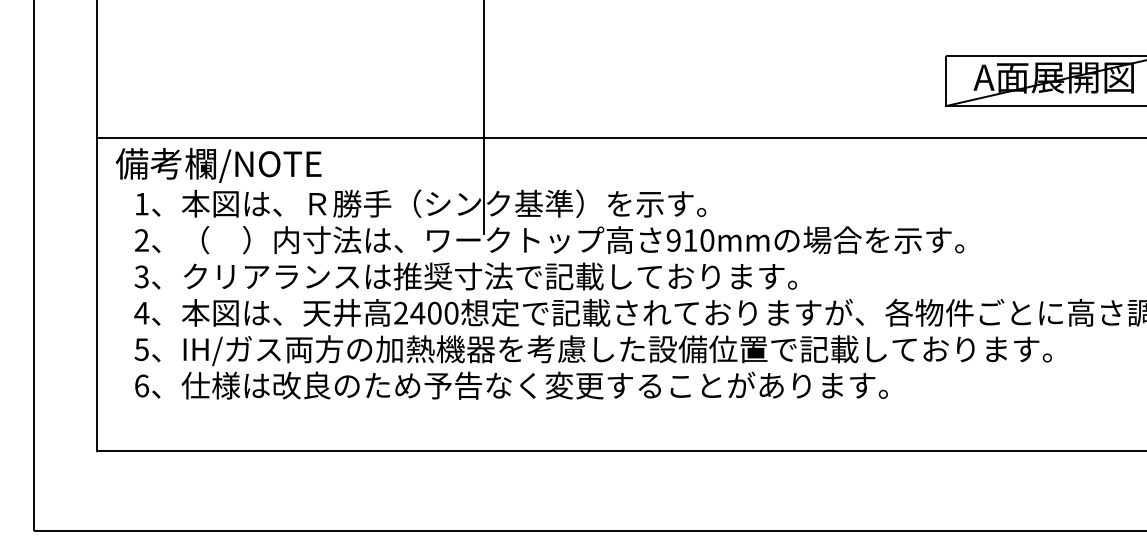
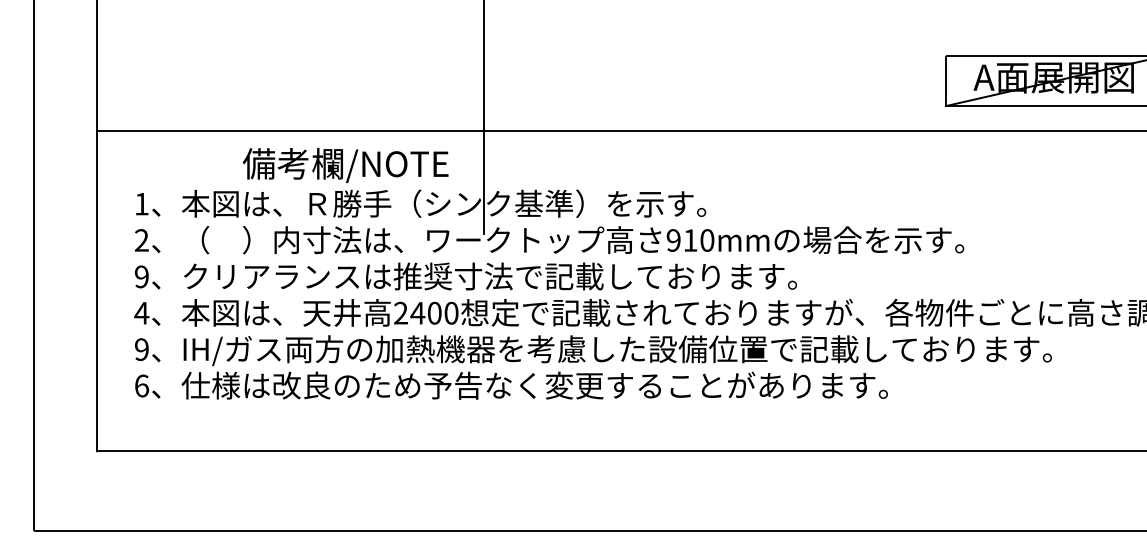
line at (619, 137) position: (619, 137) -> (619, 130)
text at (218, 165) position: (218, 165) -> (345, 165)
text at (141, 276): 3 -> 9
text at (141, 349): 5 -> 9
